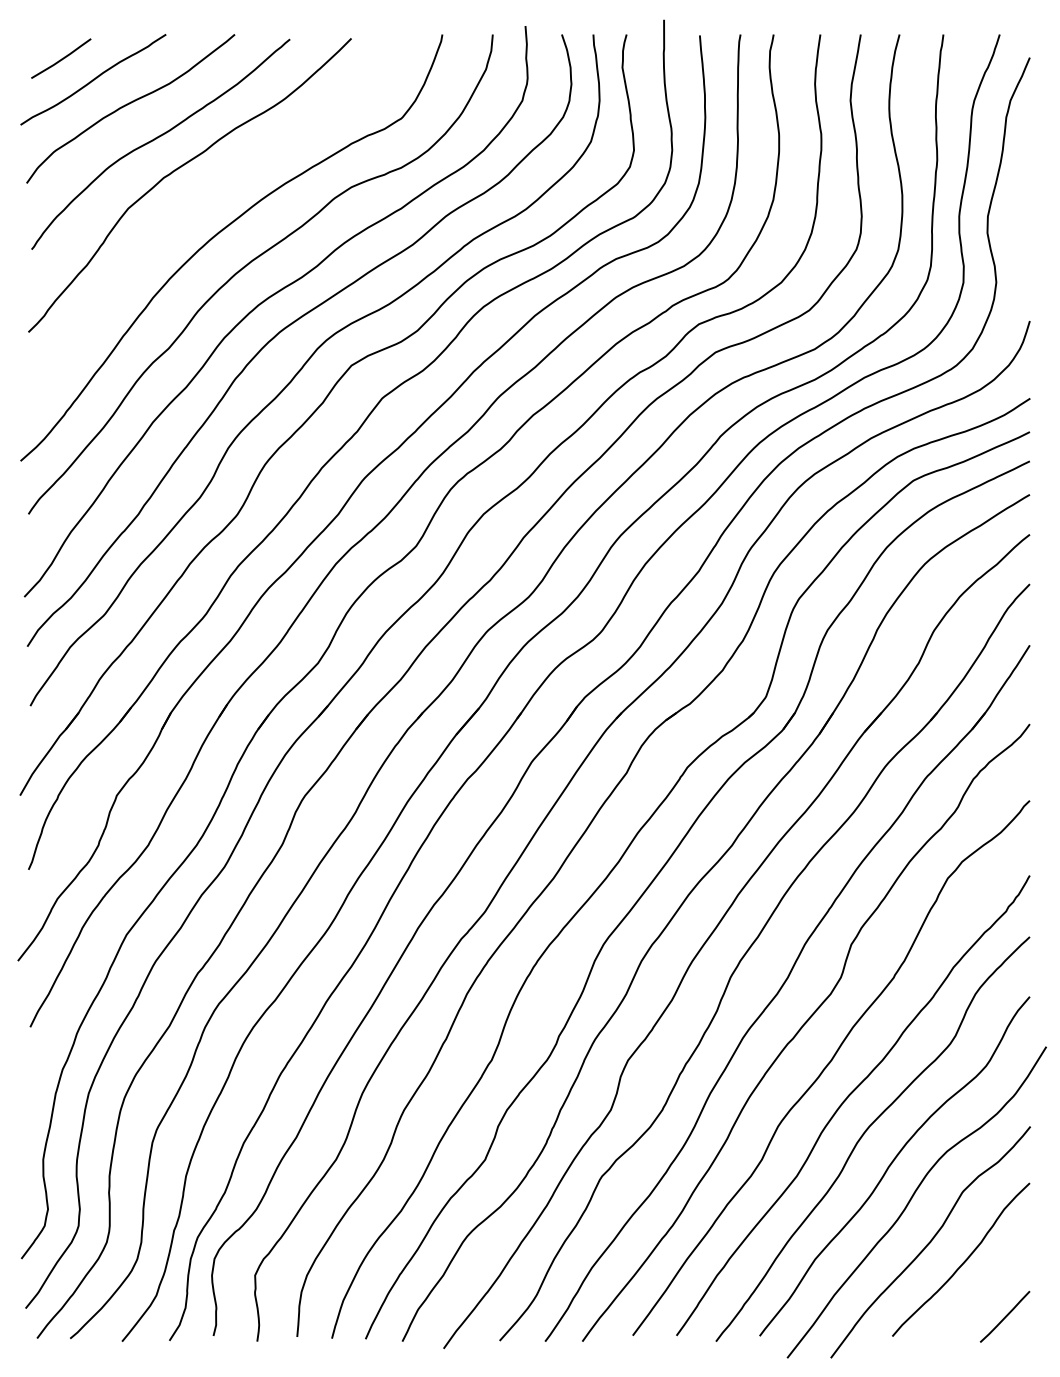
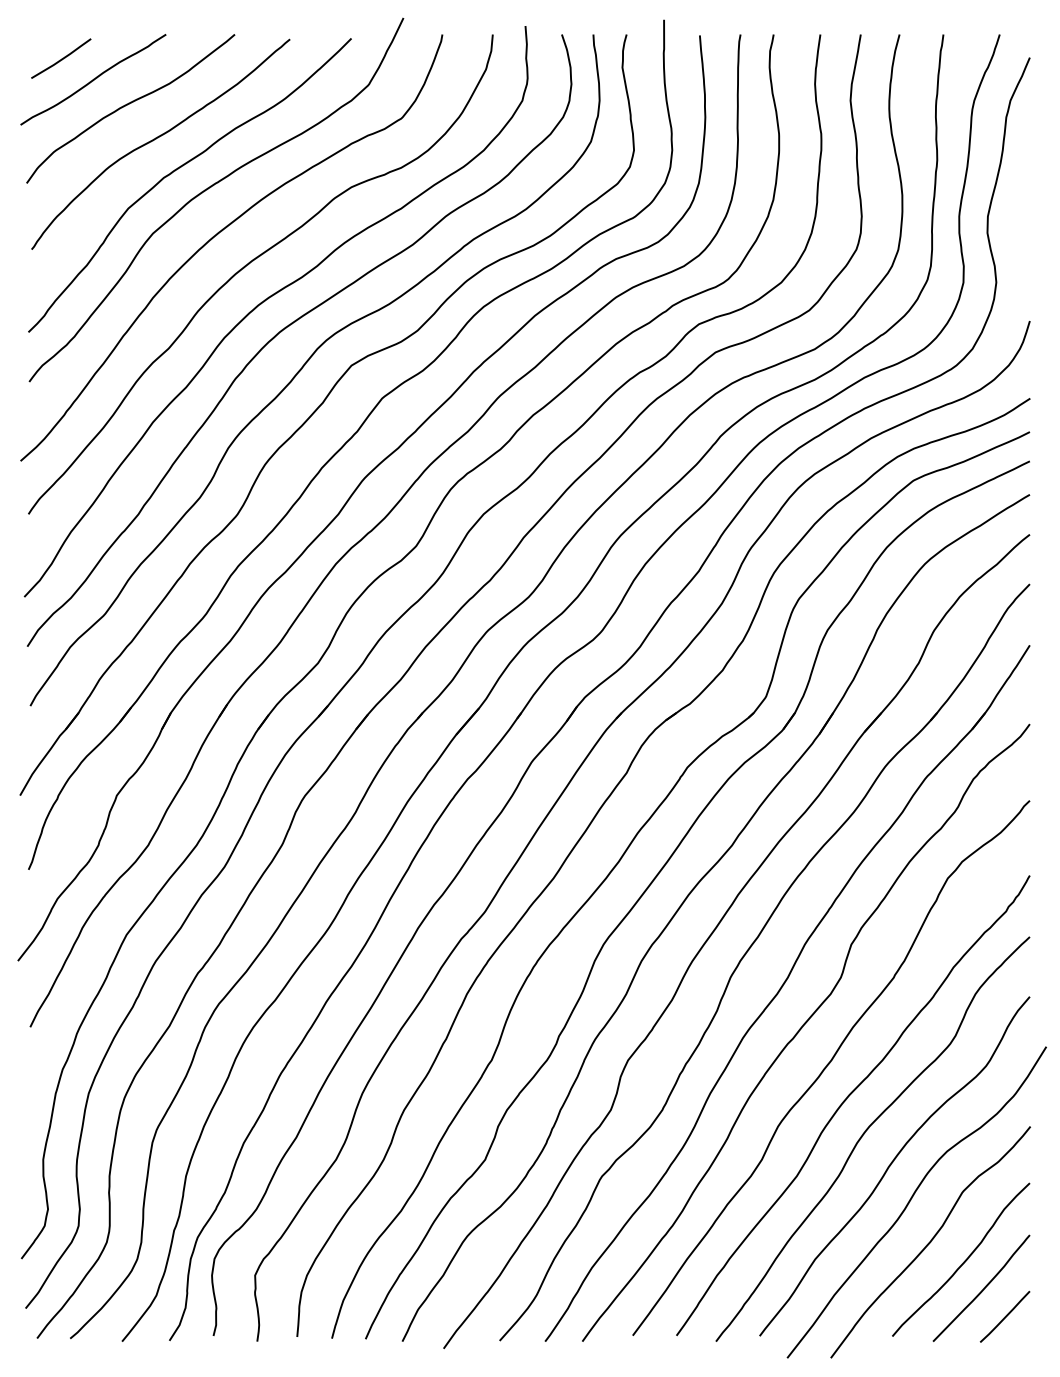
curve at (208, 189): none -> present
curve at (983, 1288): none -> present
